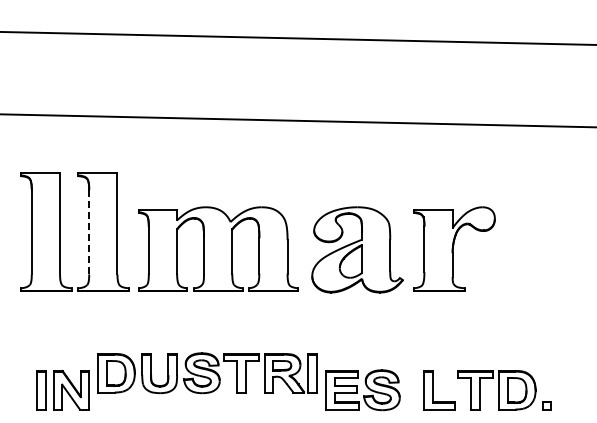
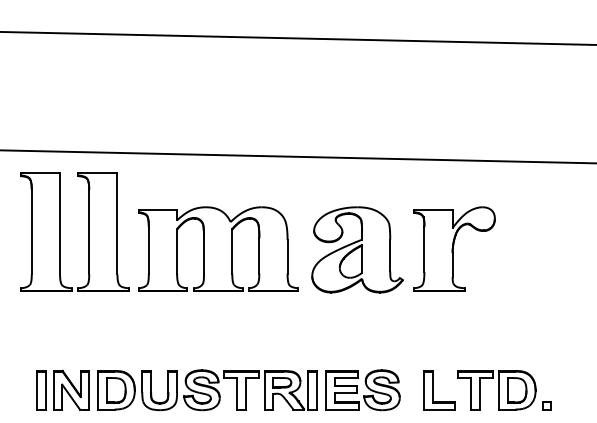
line at (297, 120) position: (297, 120) -> (297, 156)
line at (89, 231): dashed -> solid
part at (207, 373) position: (207, 373) -> (207, 390)
